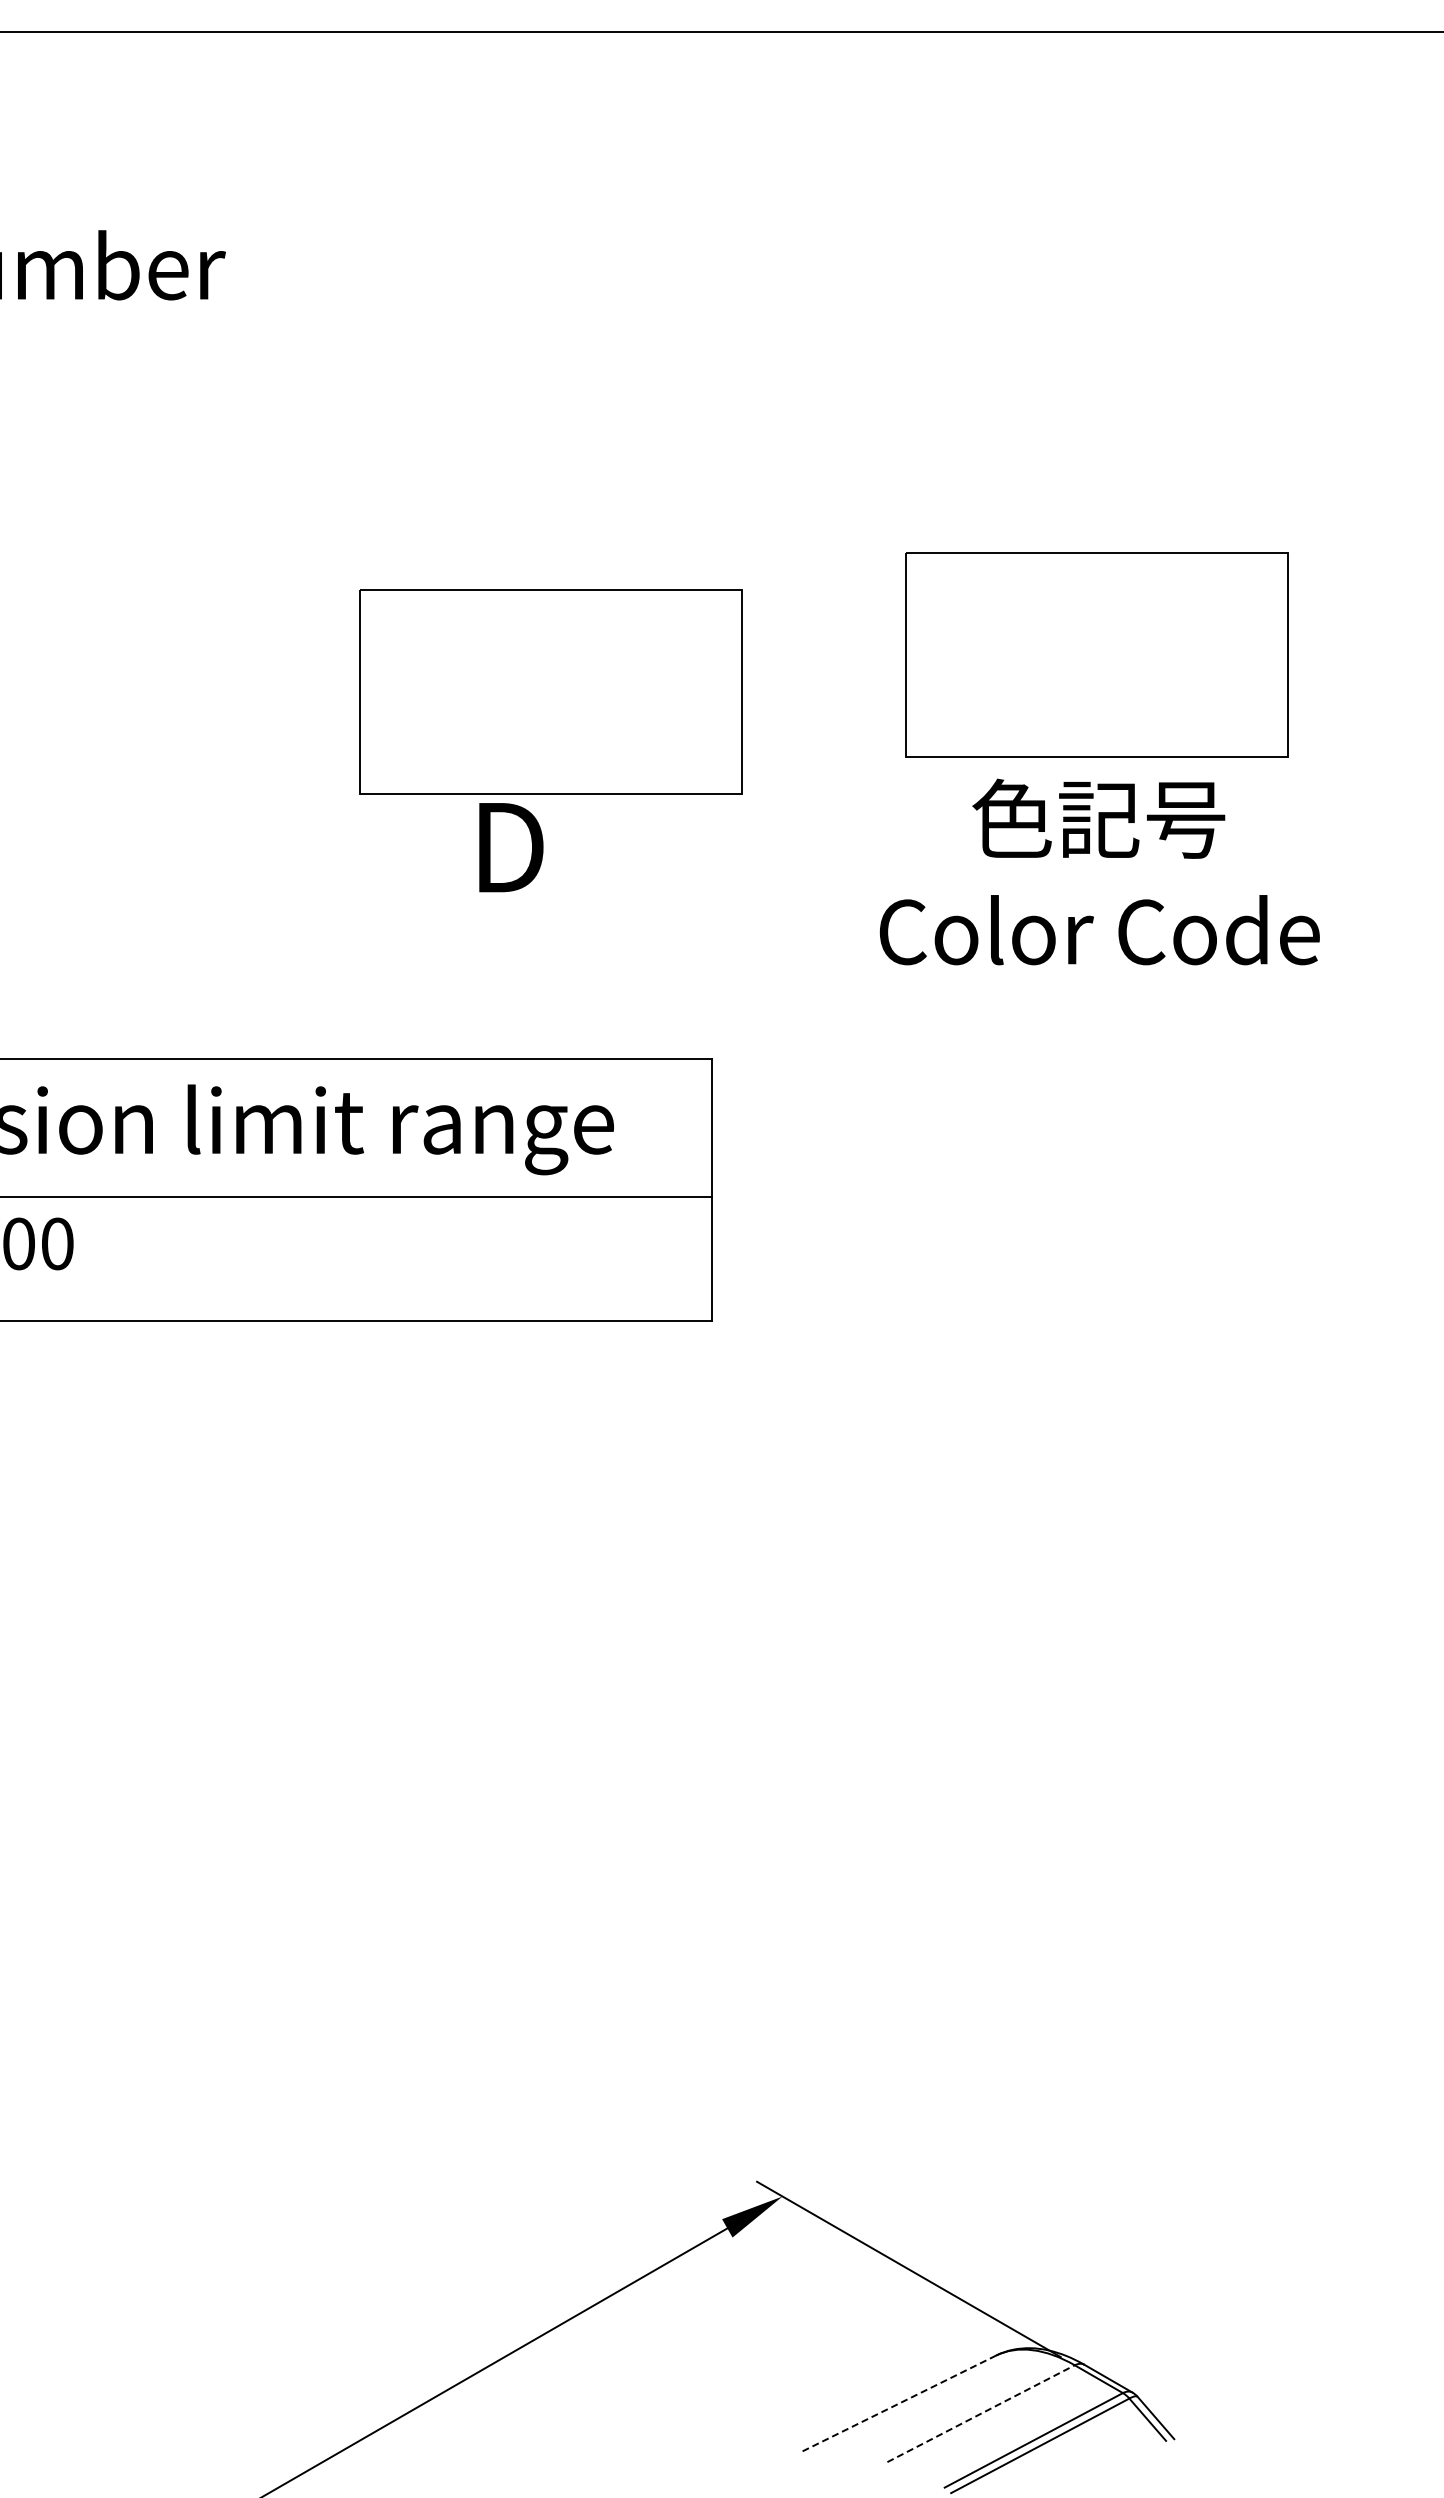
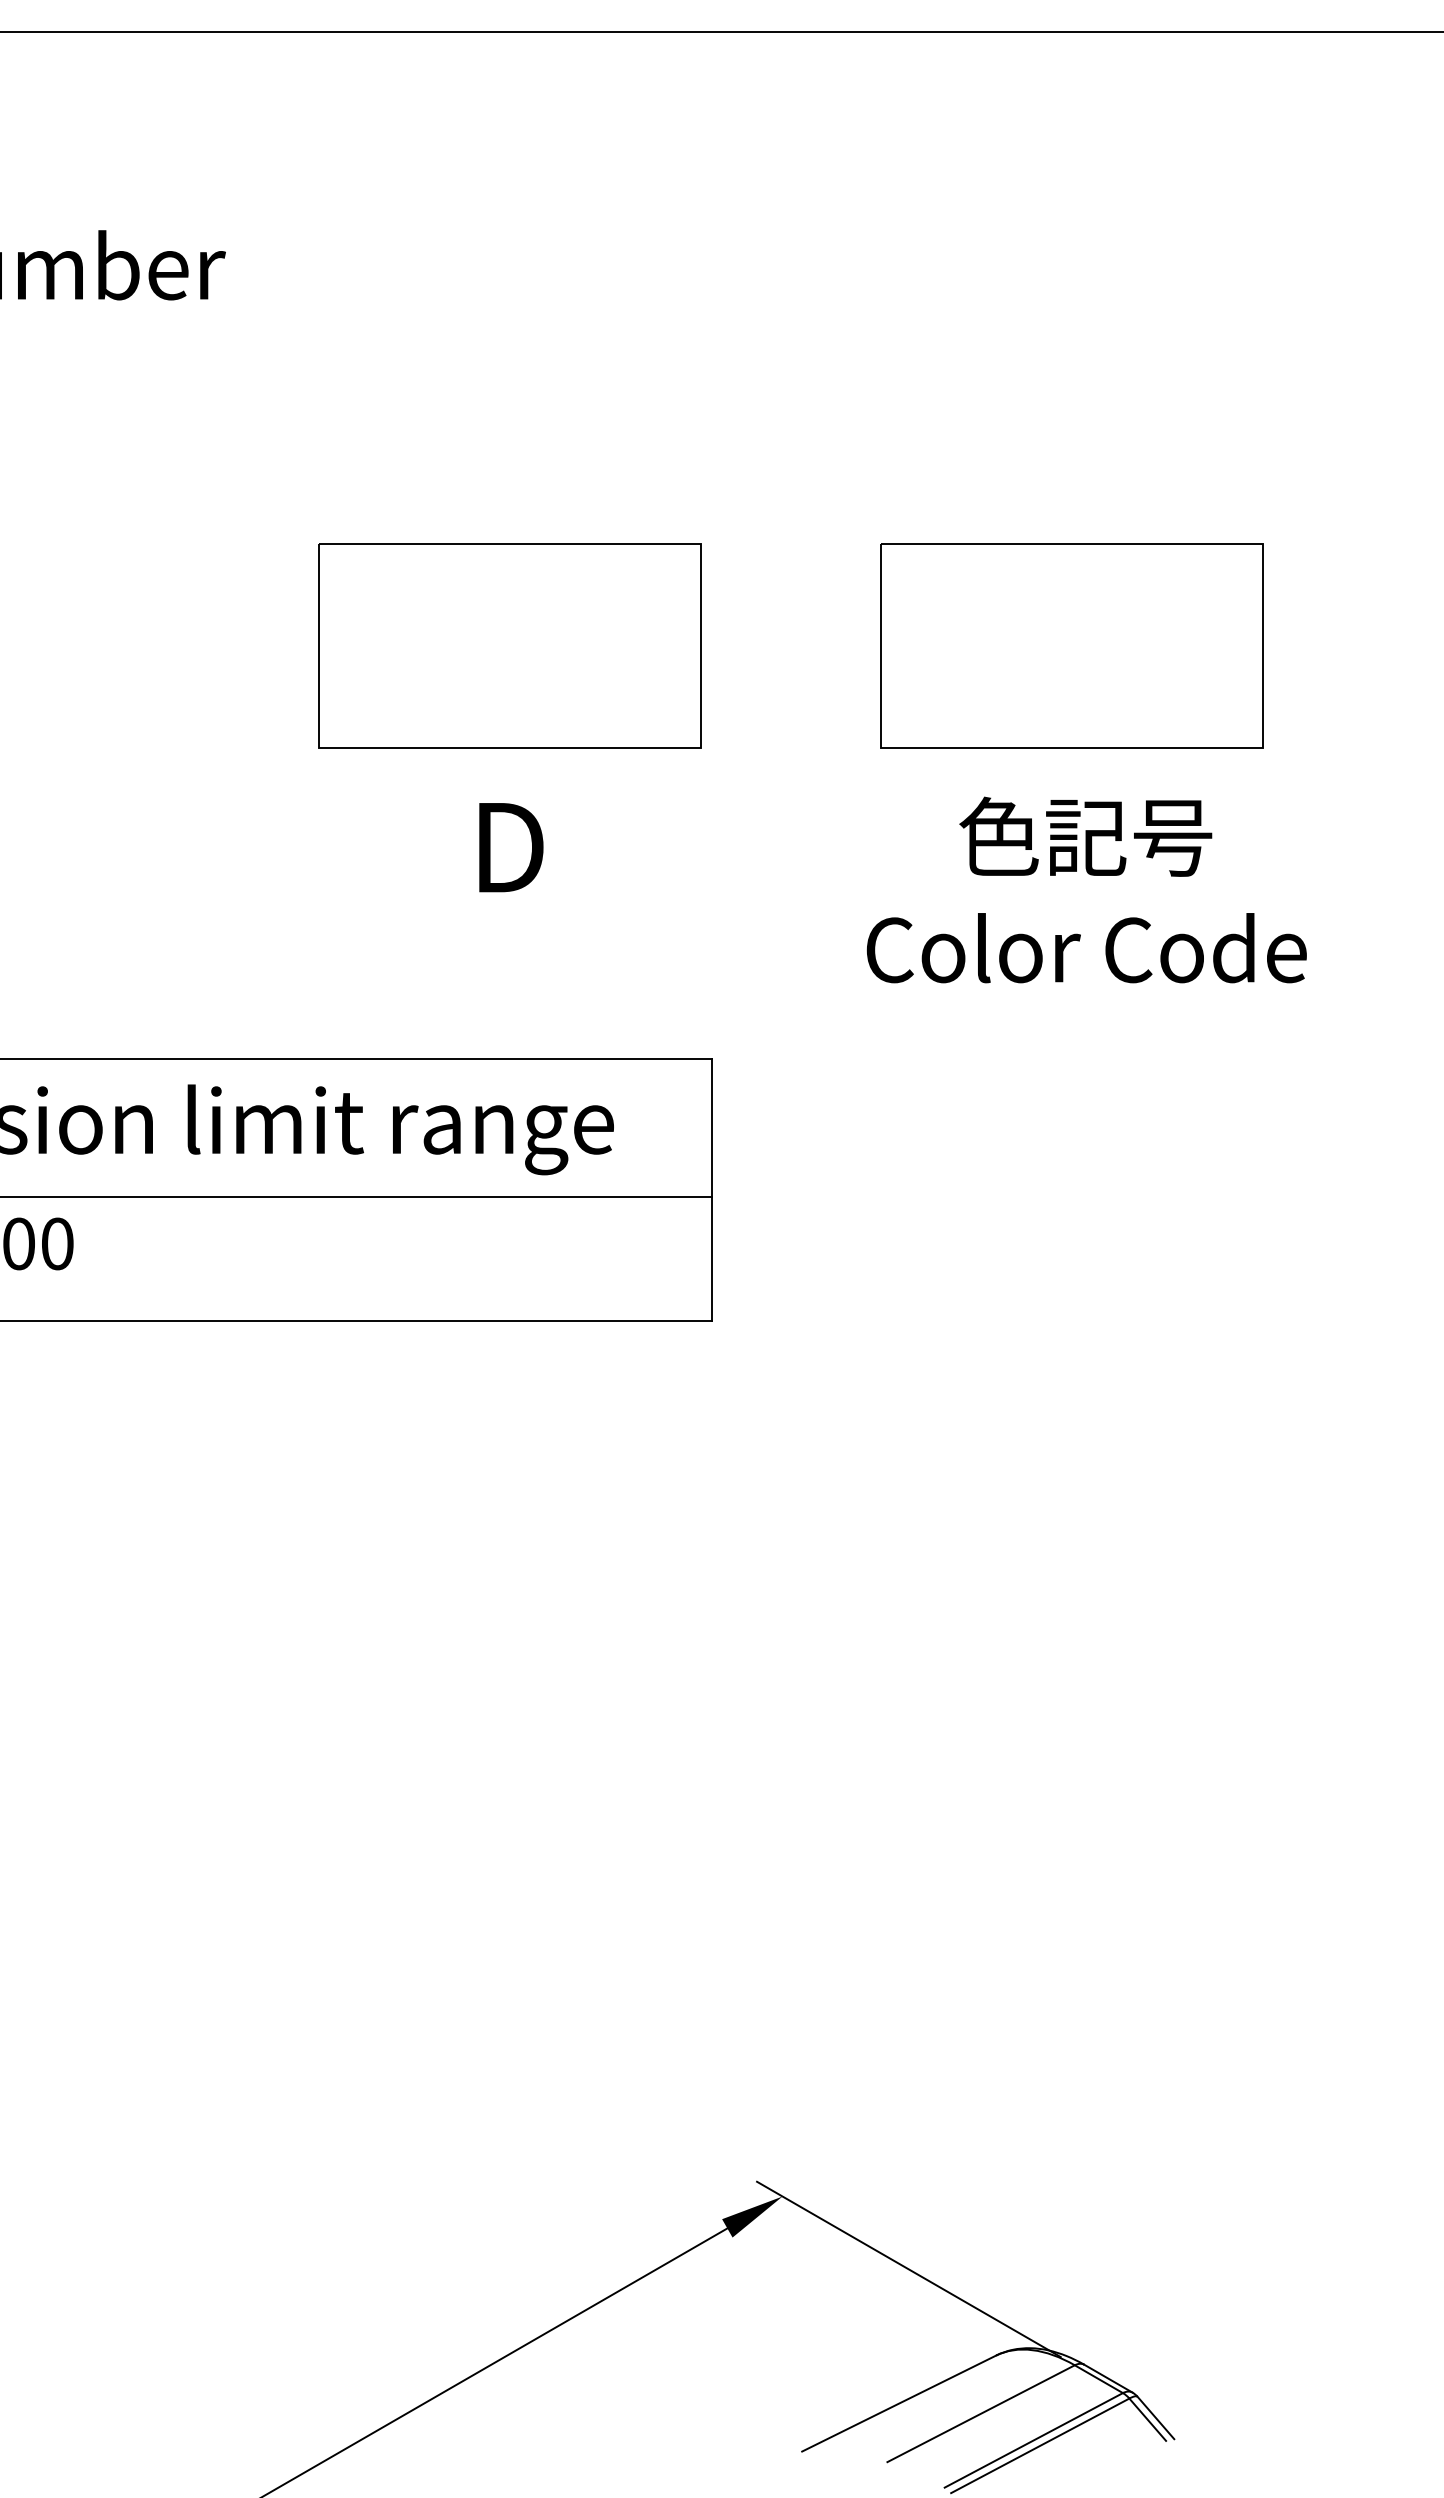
part at (1096, 654) position: (1096, 654) -> (1071, 645)
part at (550, 691) position: (550, 691) -> (509, 645)
text at (1099, 871) position: (1099, 871) -> (1086, 889)
line at (898, 2403): dashed -> solid
line at (981, 2413): dashed -> solid
